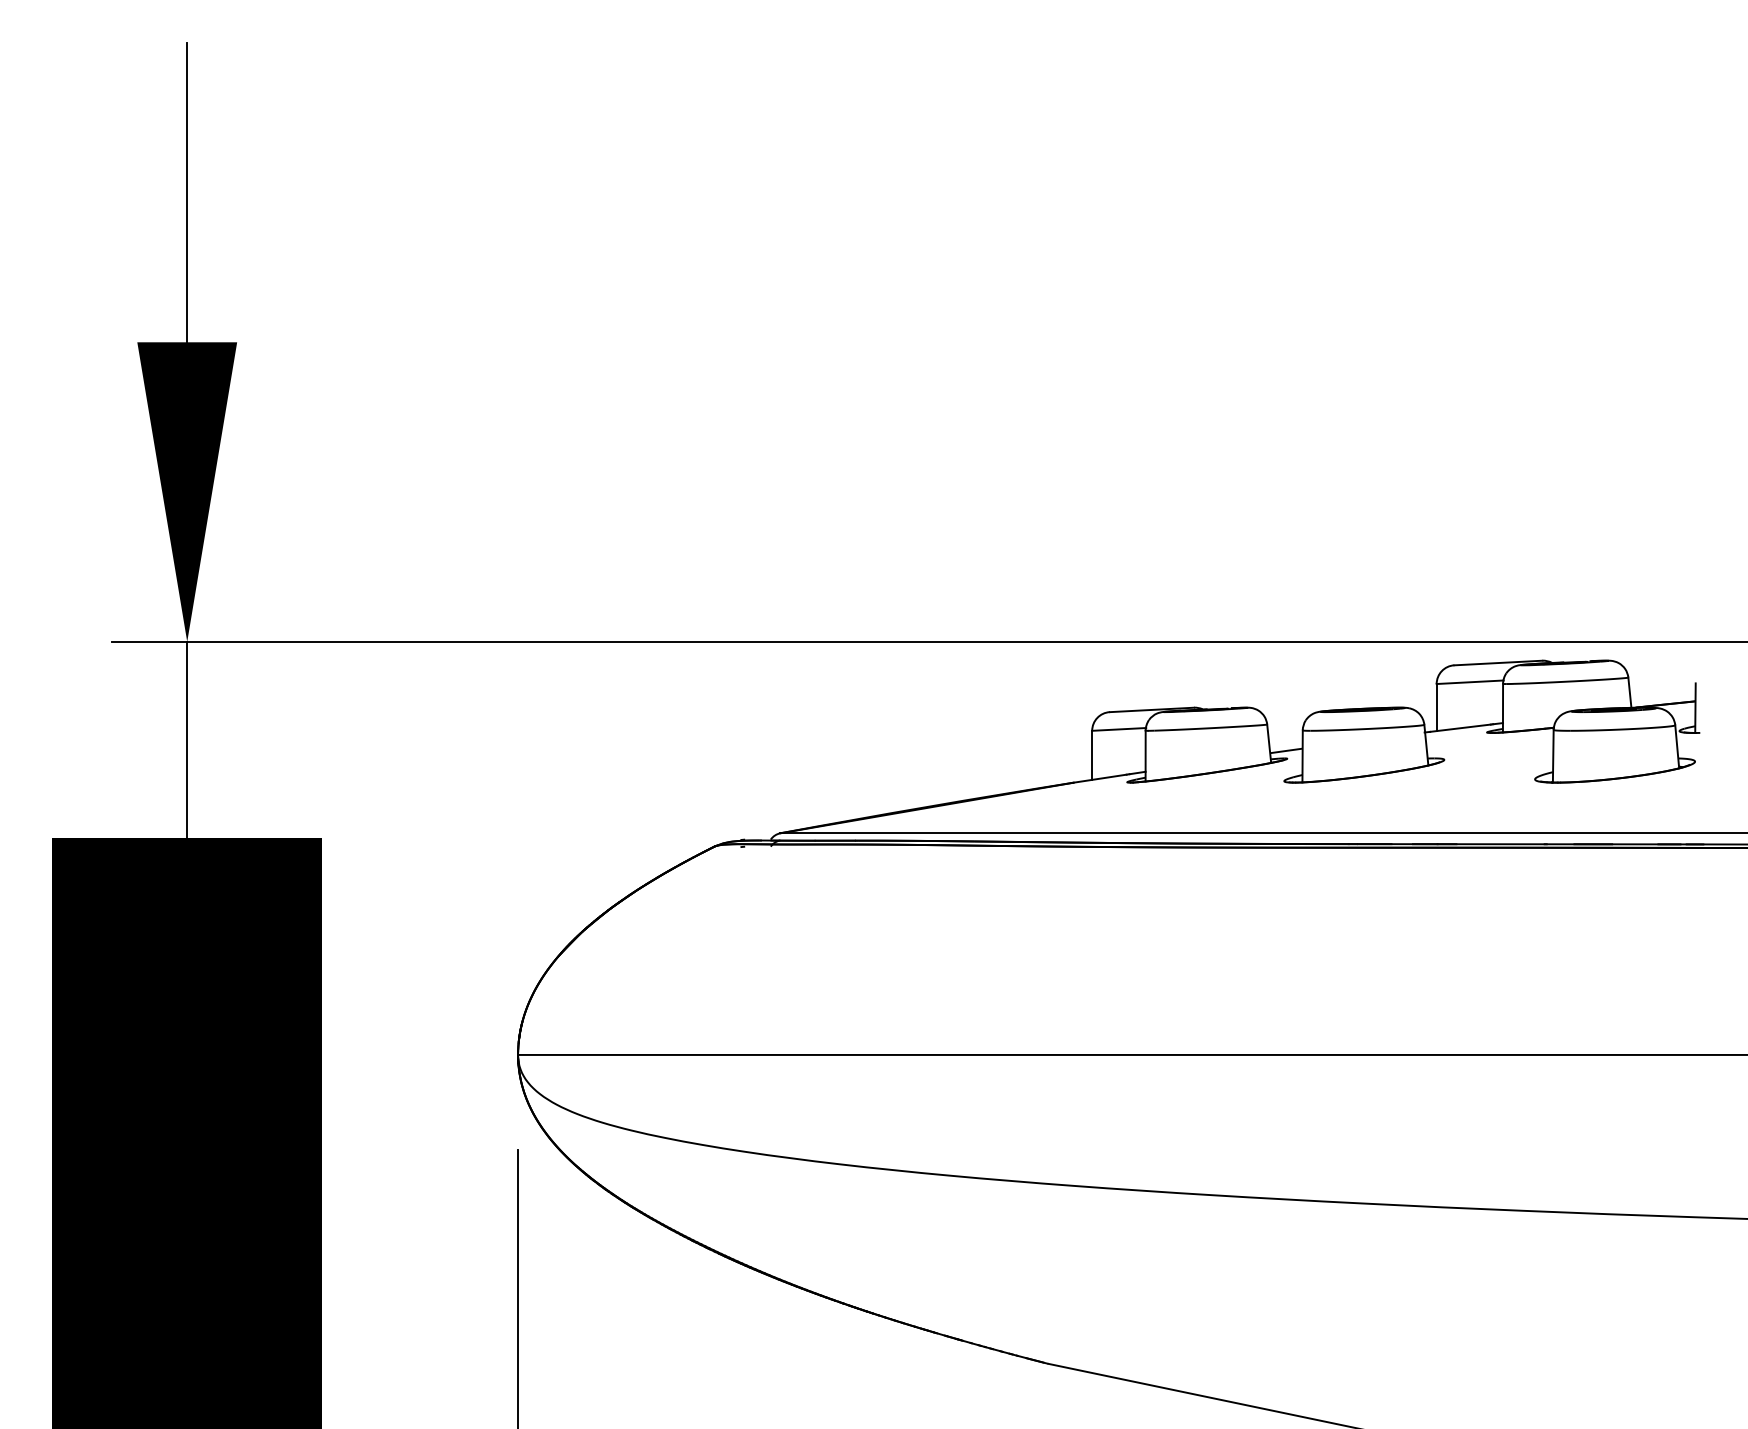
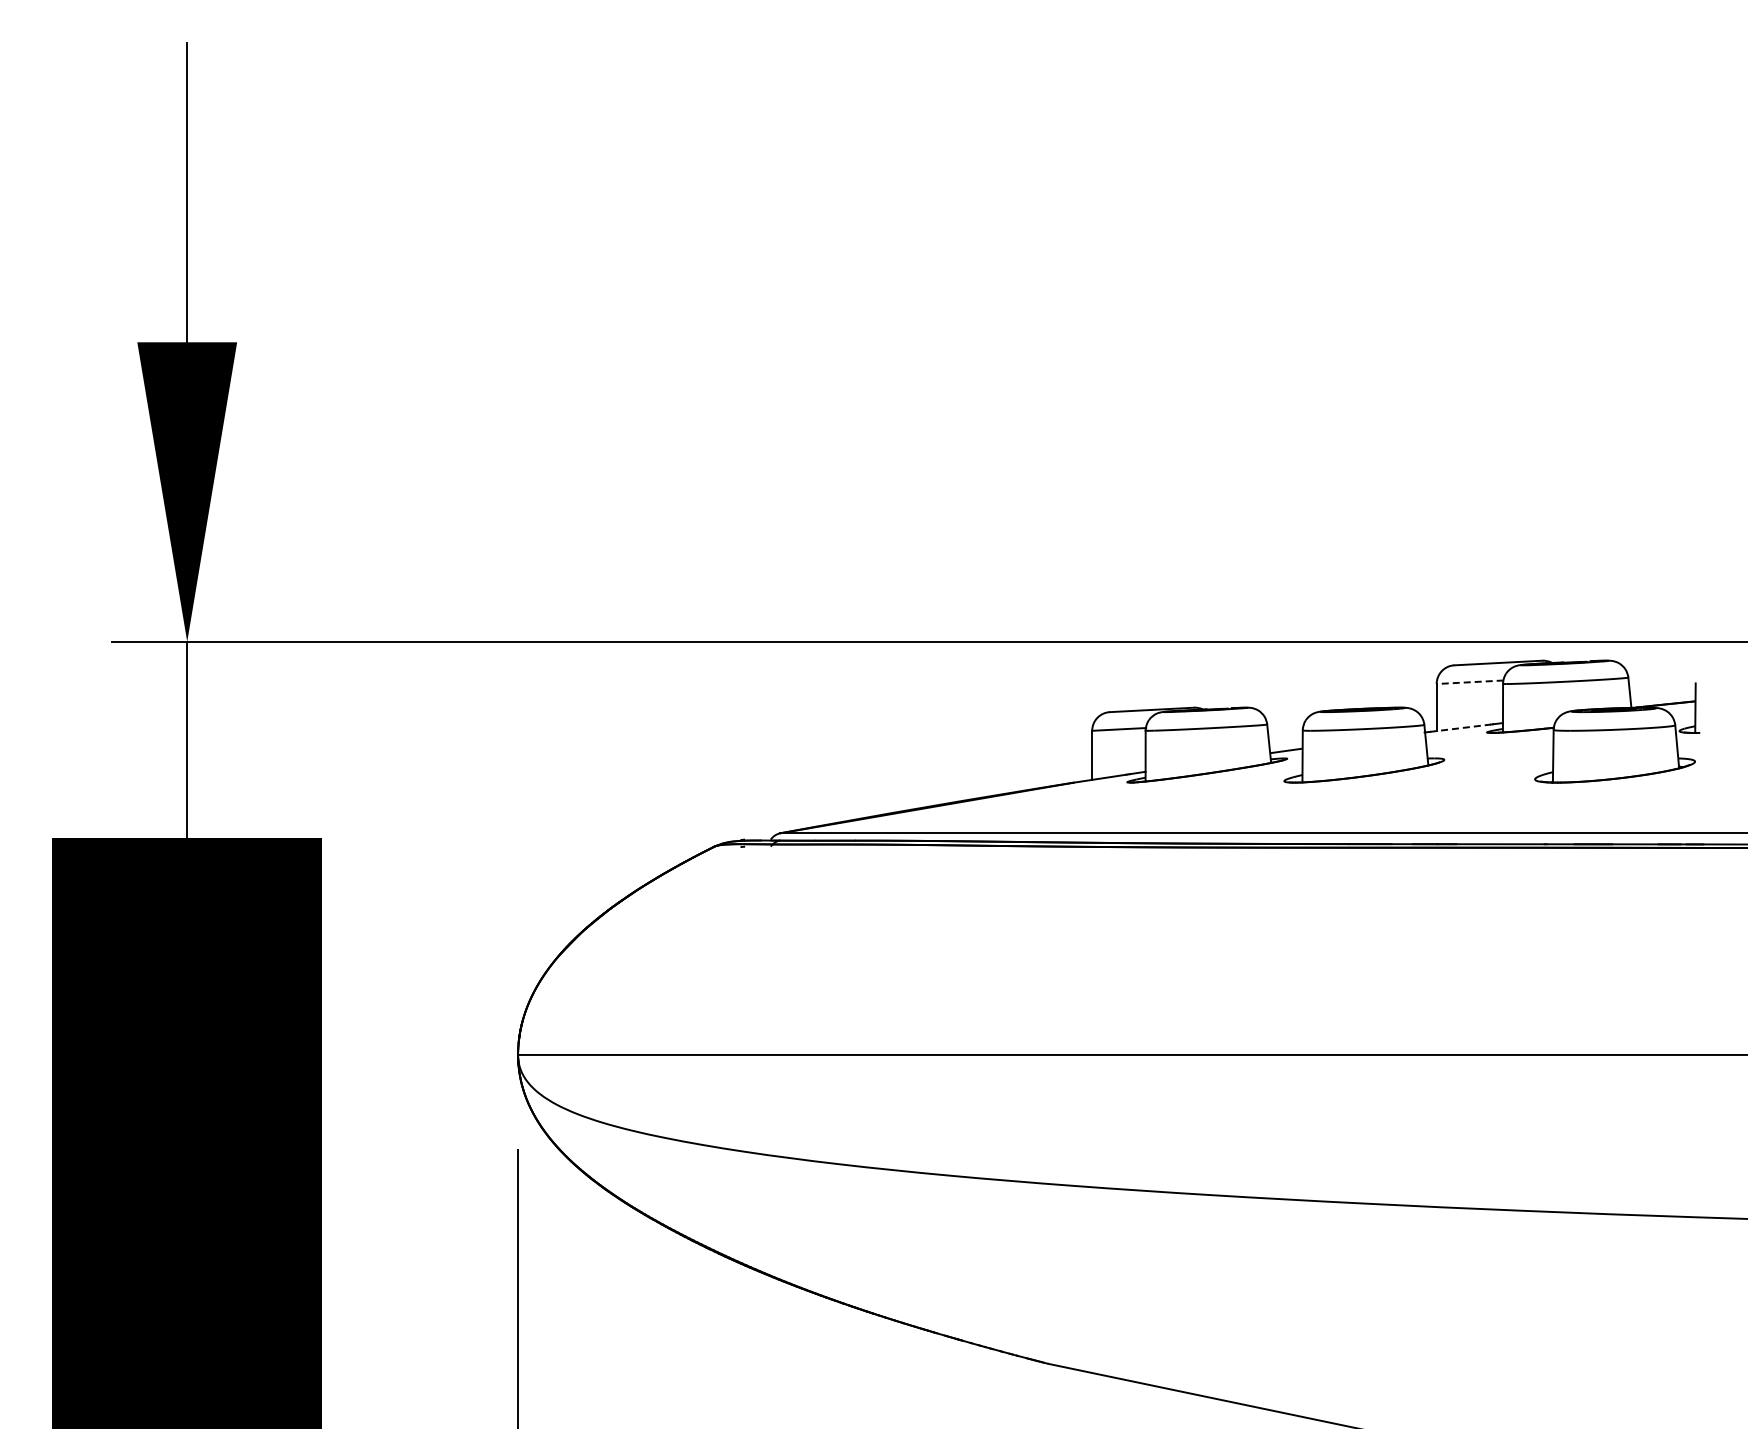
line at (1470, 682): solid -> dashed
line at (1460, 728): solid -> dashed
